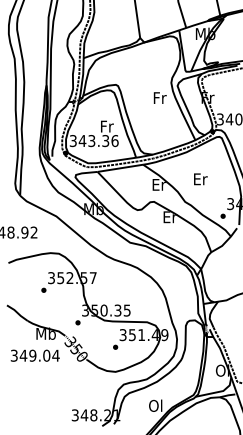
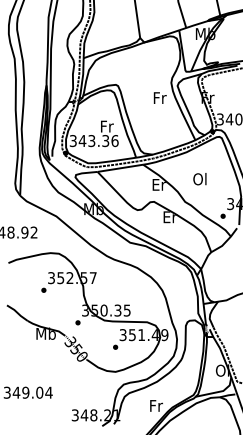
text at (200, 179): Er -> Ol
text at (34, 355) position: (34, 355) -> (27, 392)
text at (156, 405): Ol -> Fr
